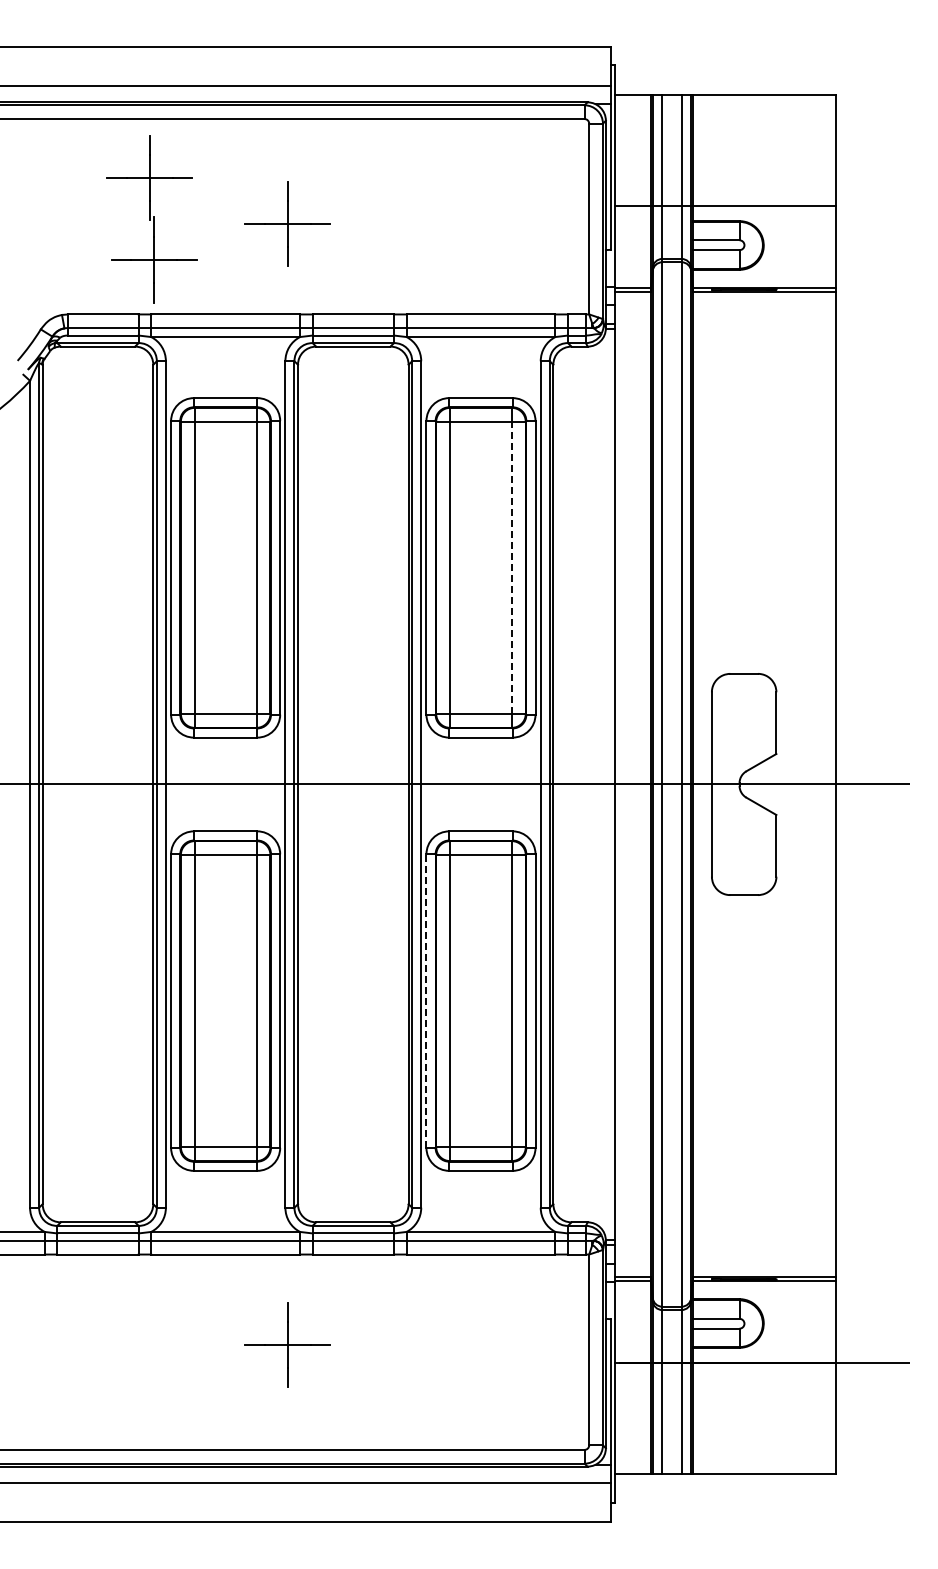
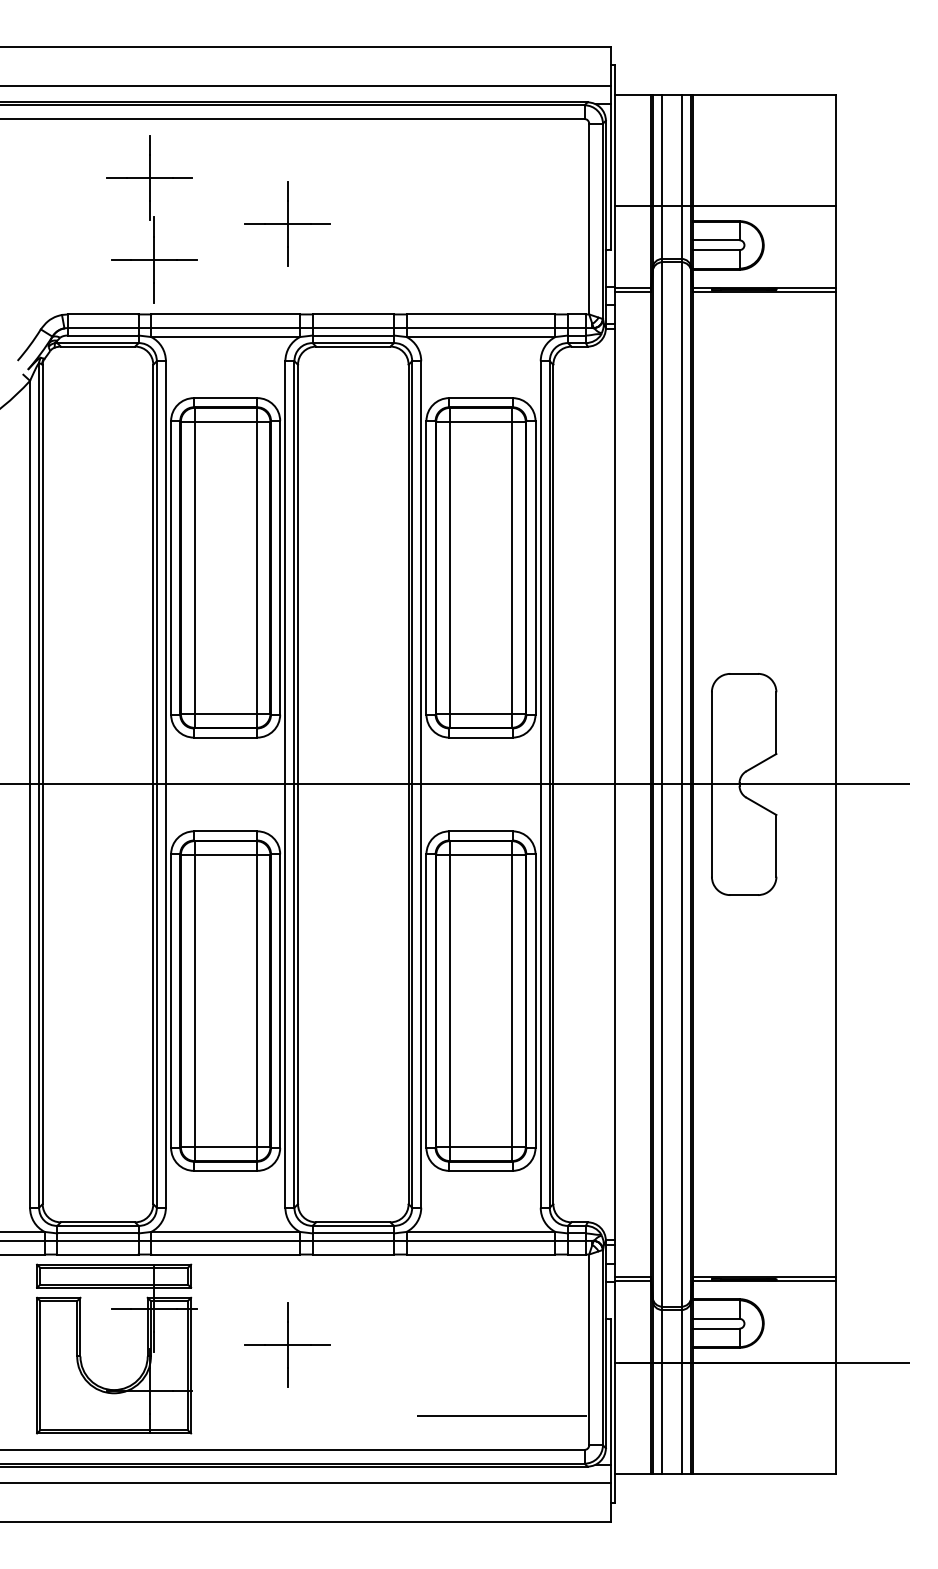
line at (511, 567): dashed -> solid
line at (426, 1001): dashed -> solid
part at (147, 1348): none -> present
line at (501, 1416): none -> present
